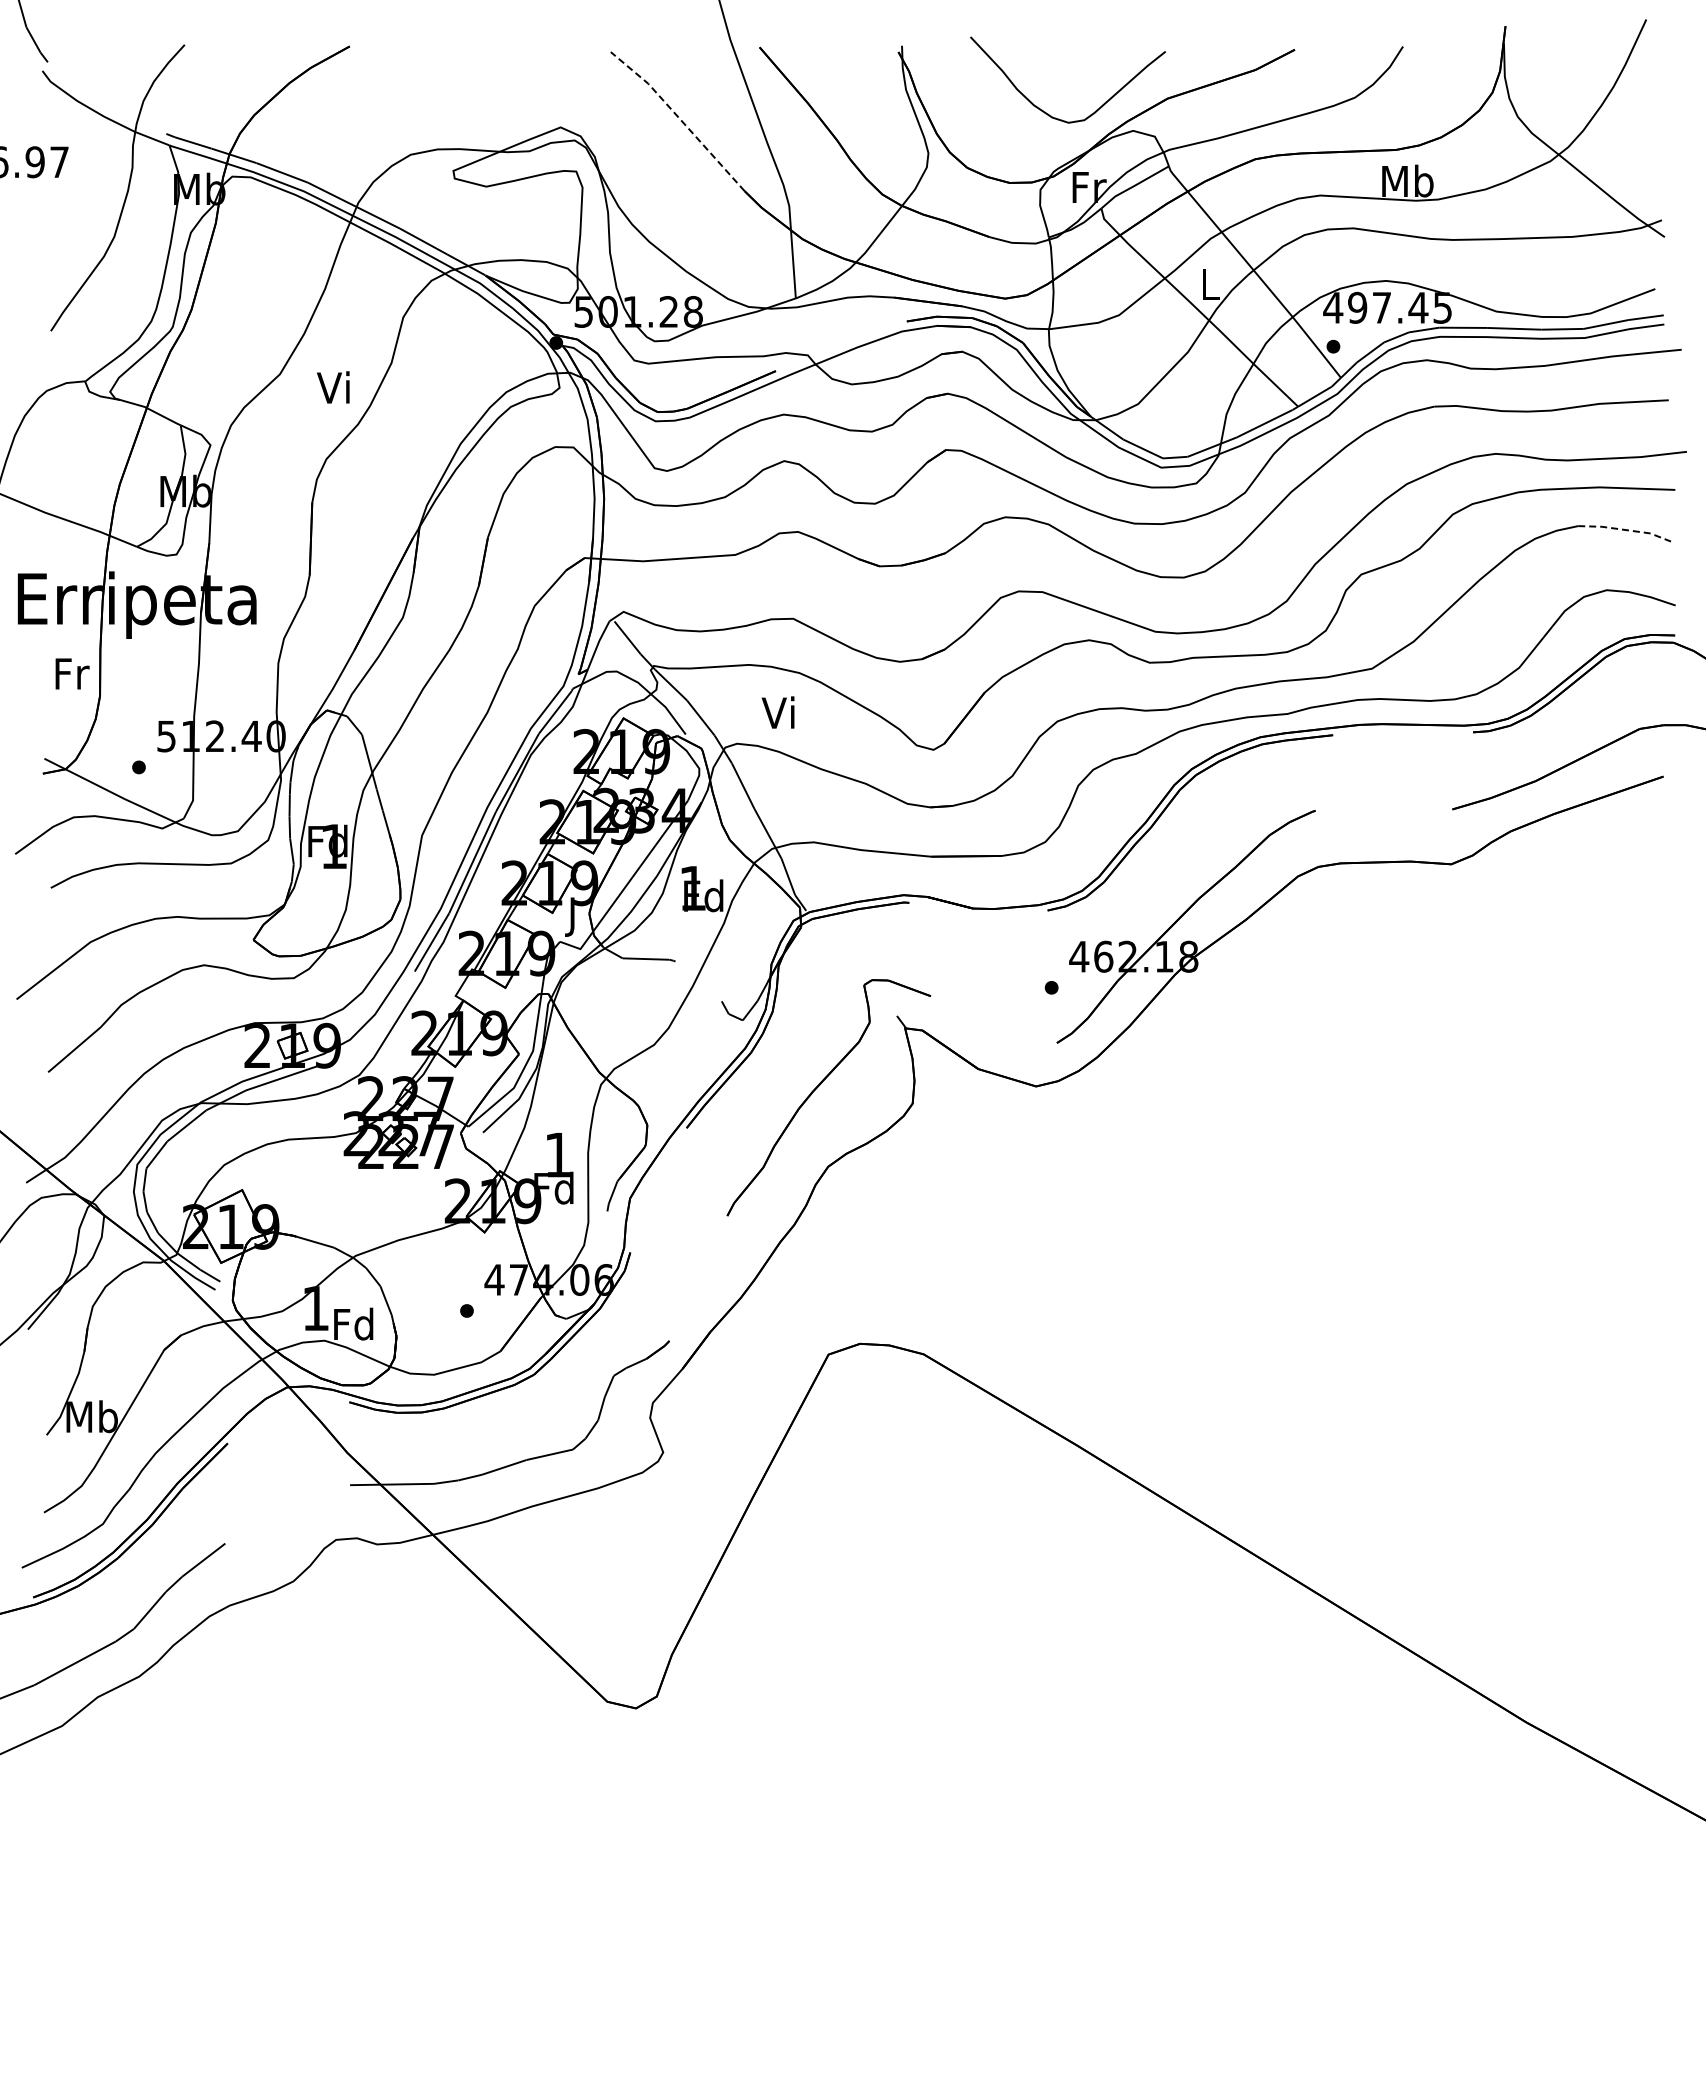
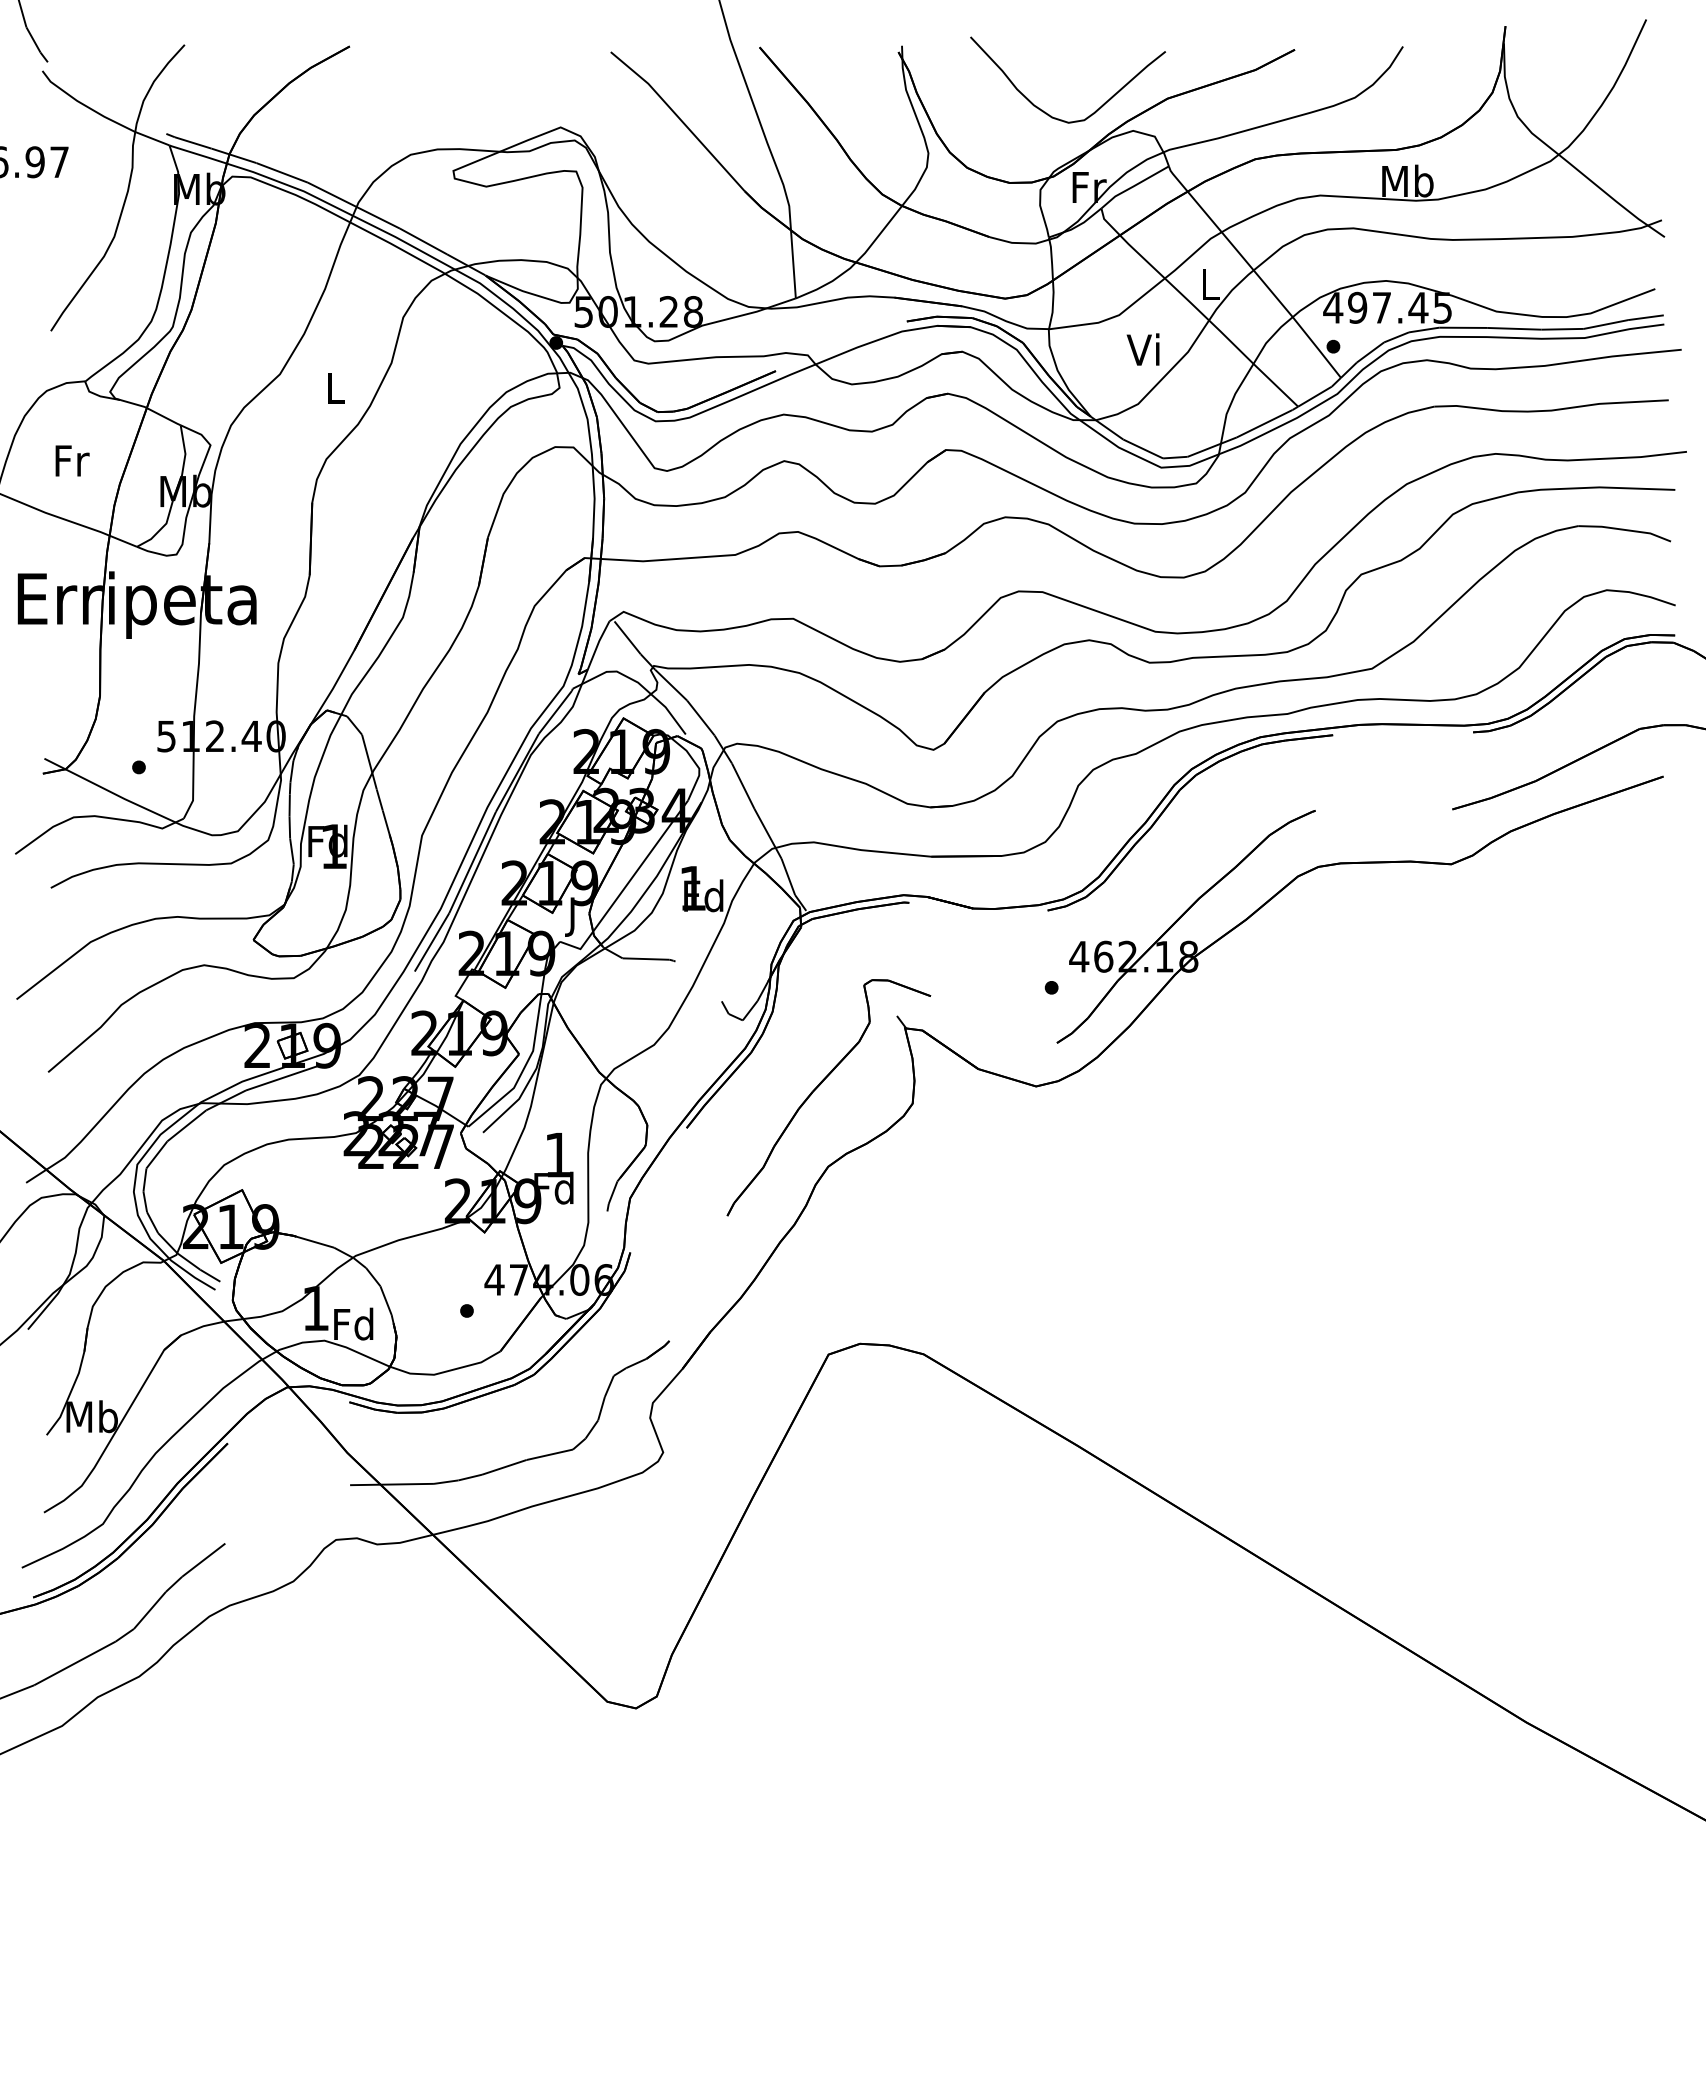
line at (679, 118): dashed -> solid
text at (333, 387): Vi -> L
line at (1625, 530): dashed -> solid
text at (72, 673) position: (72, 673) -> (72, 460)
text at (777, 712) position: (777, 712) -> (1142, 349)
